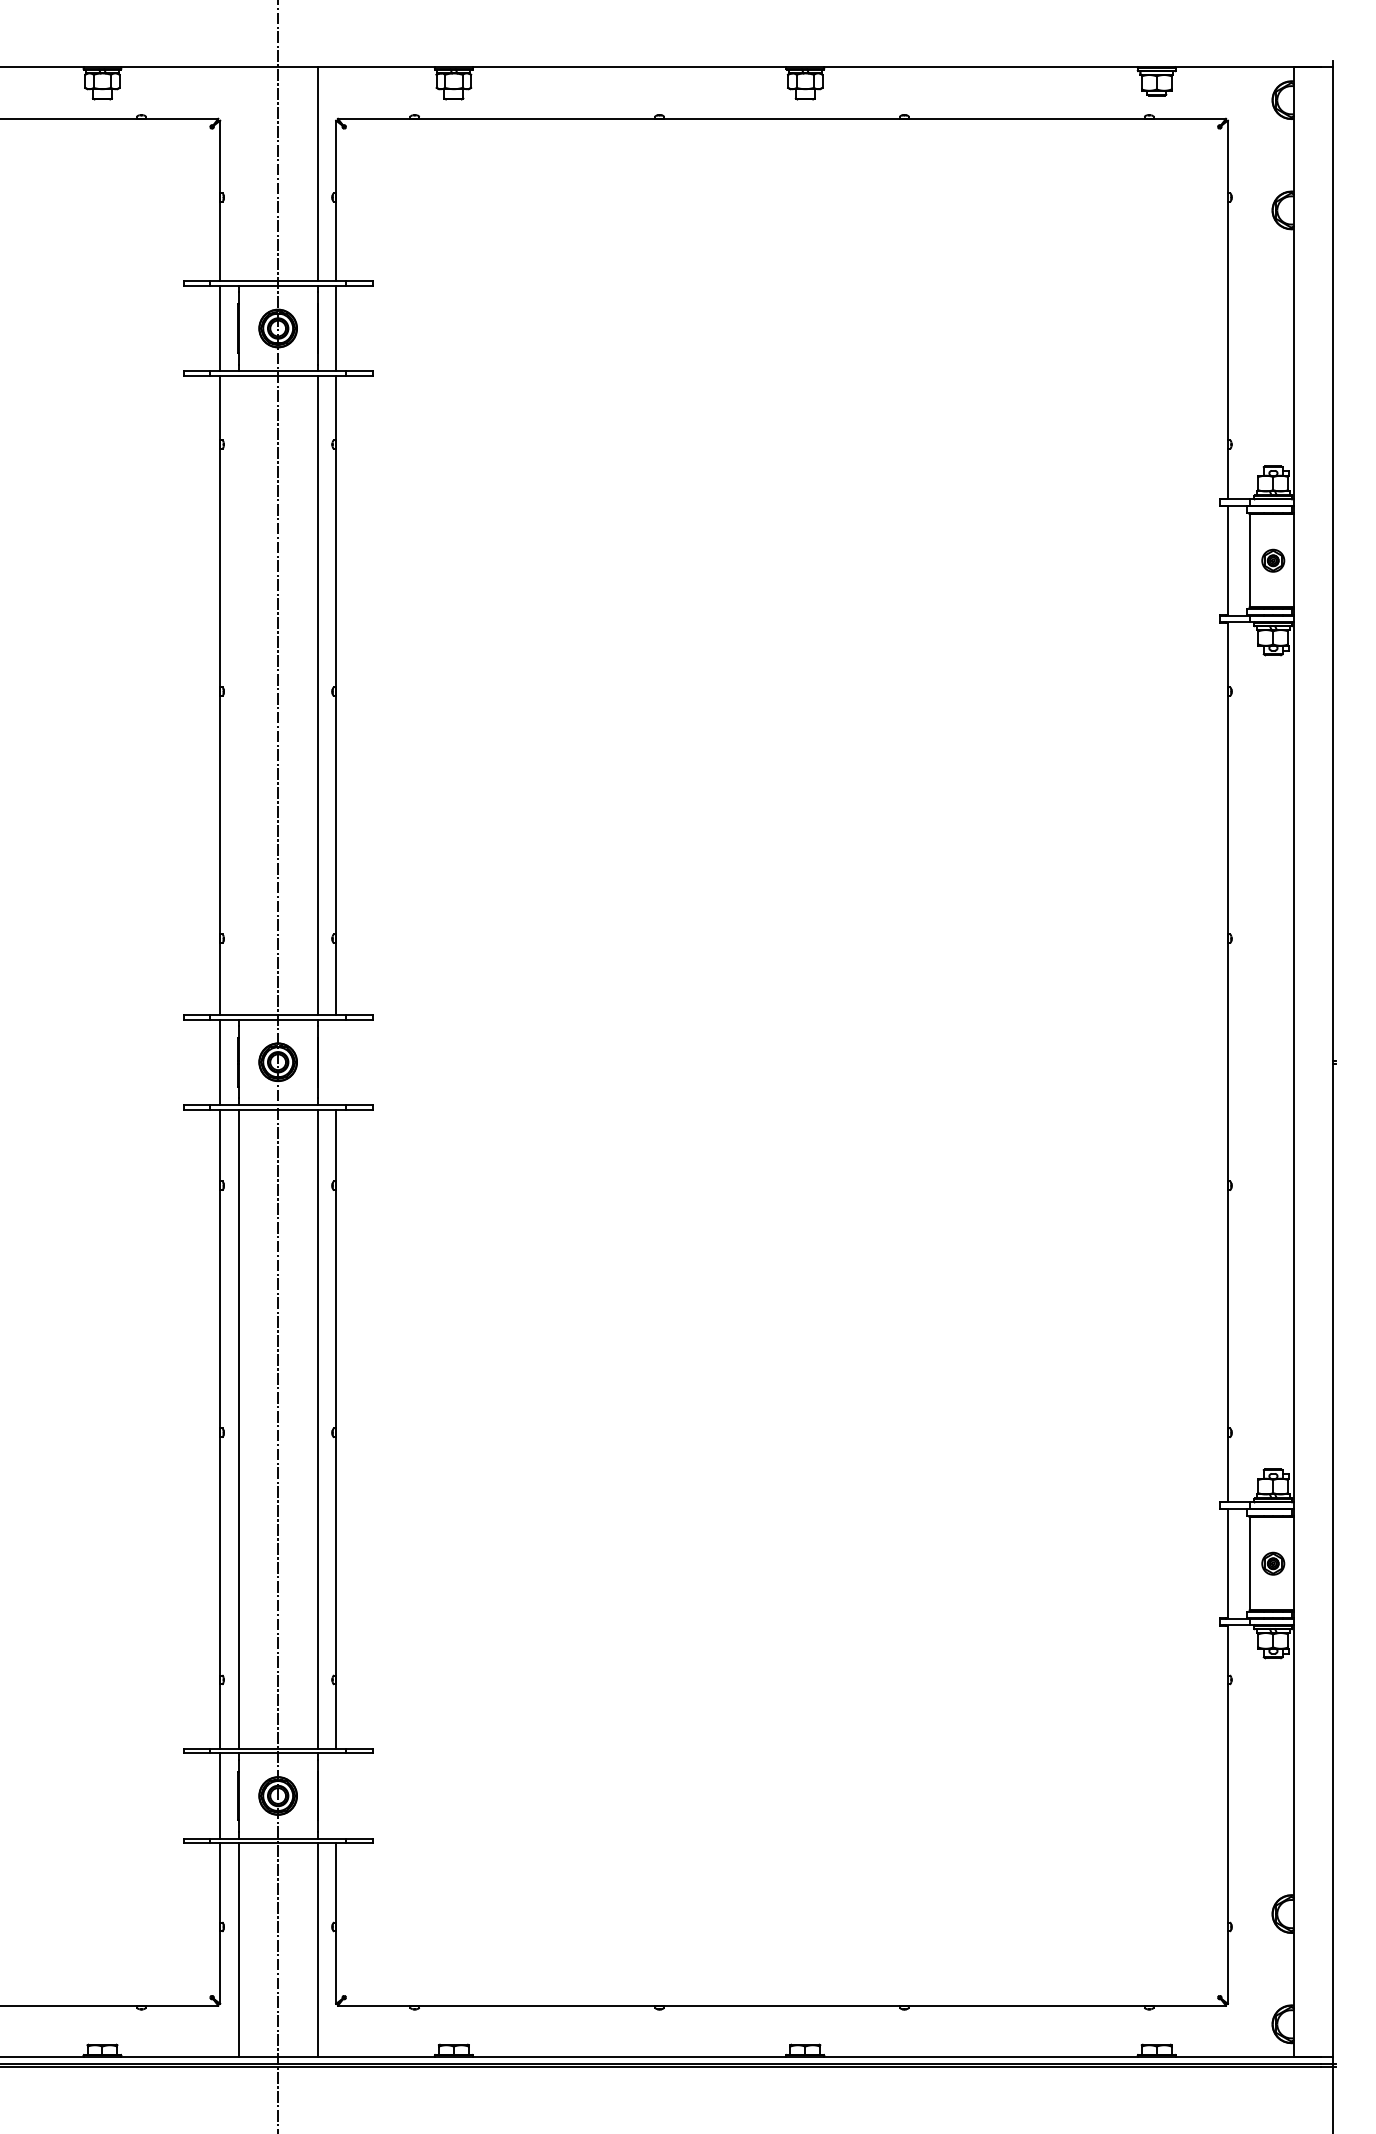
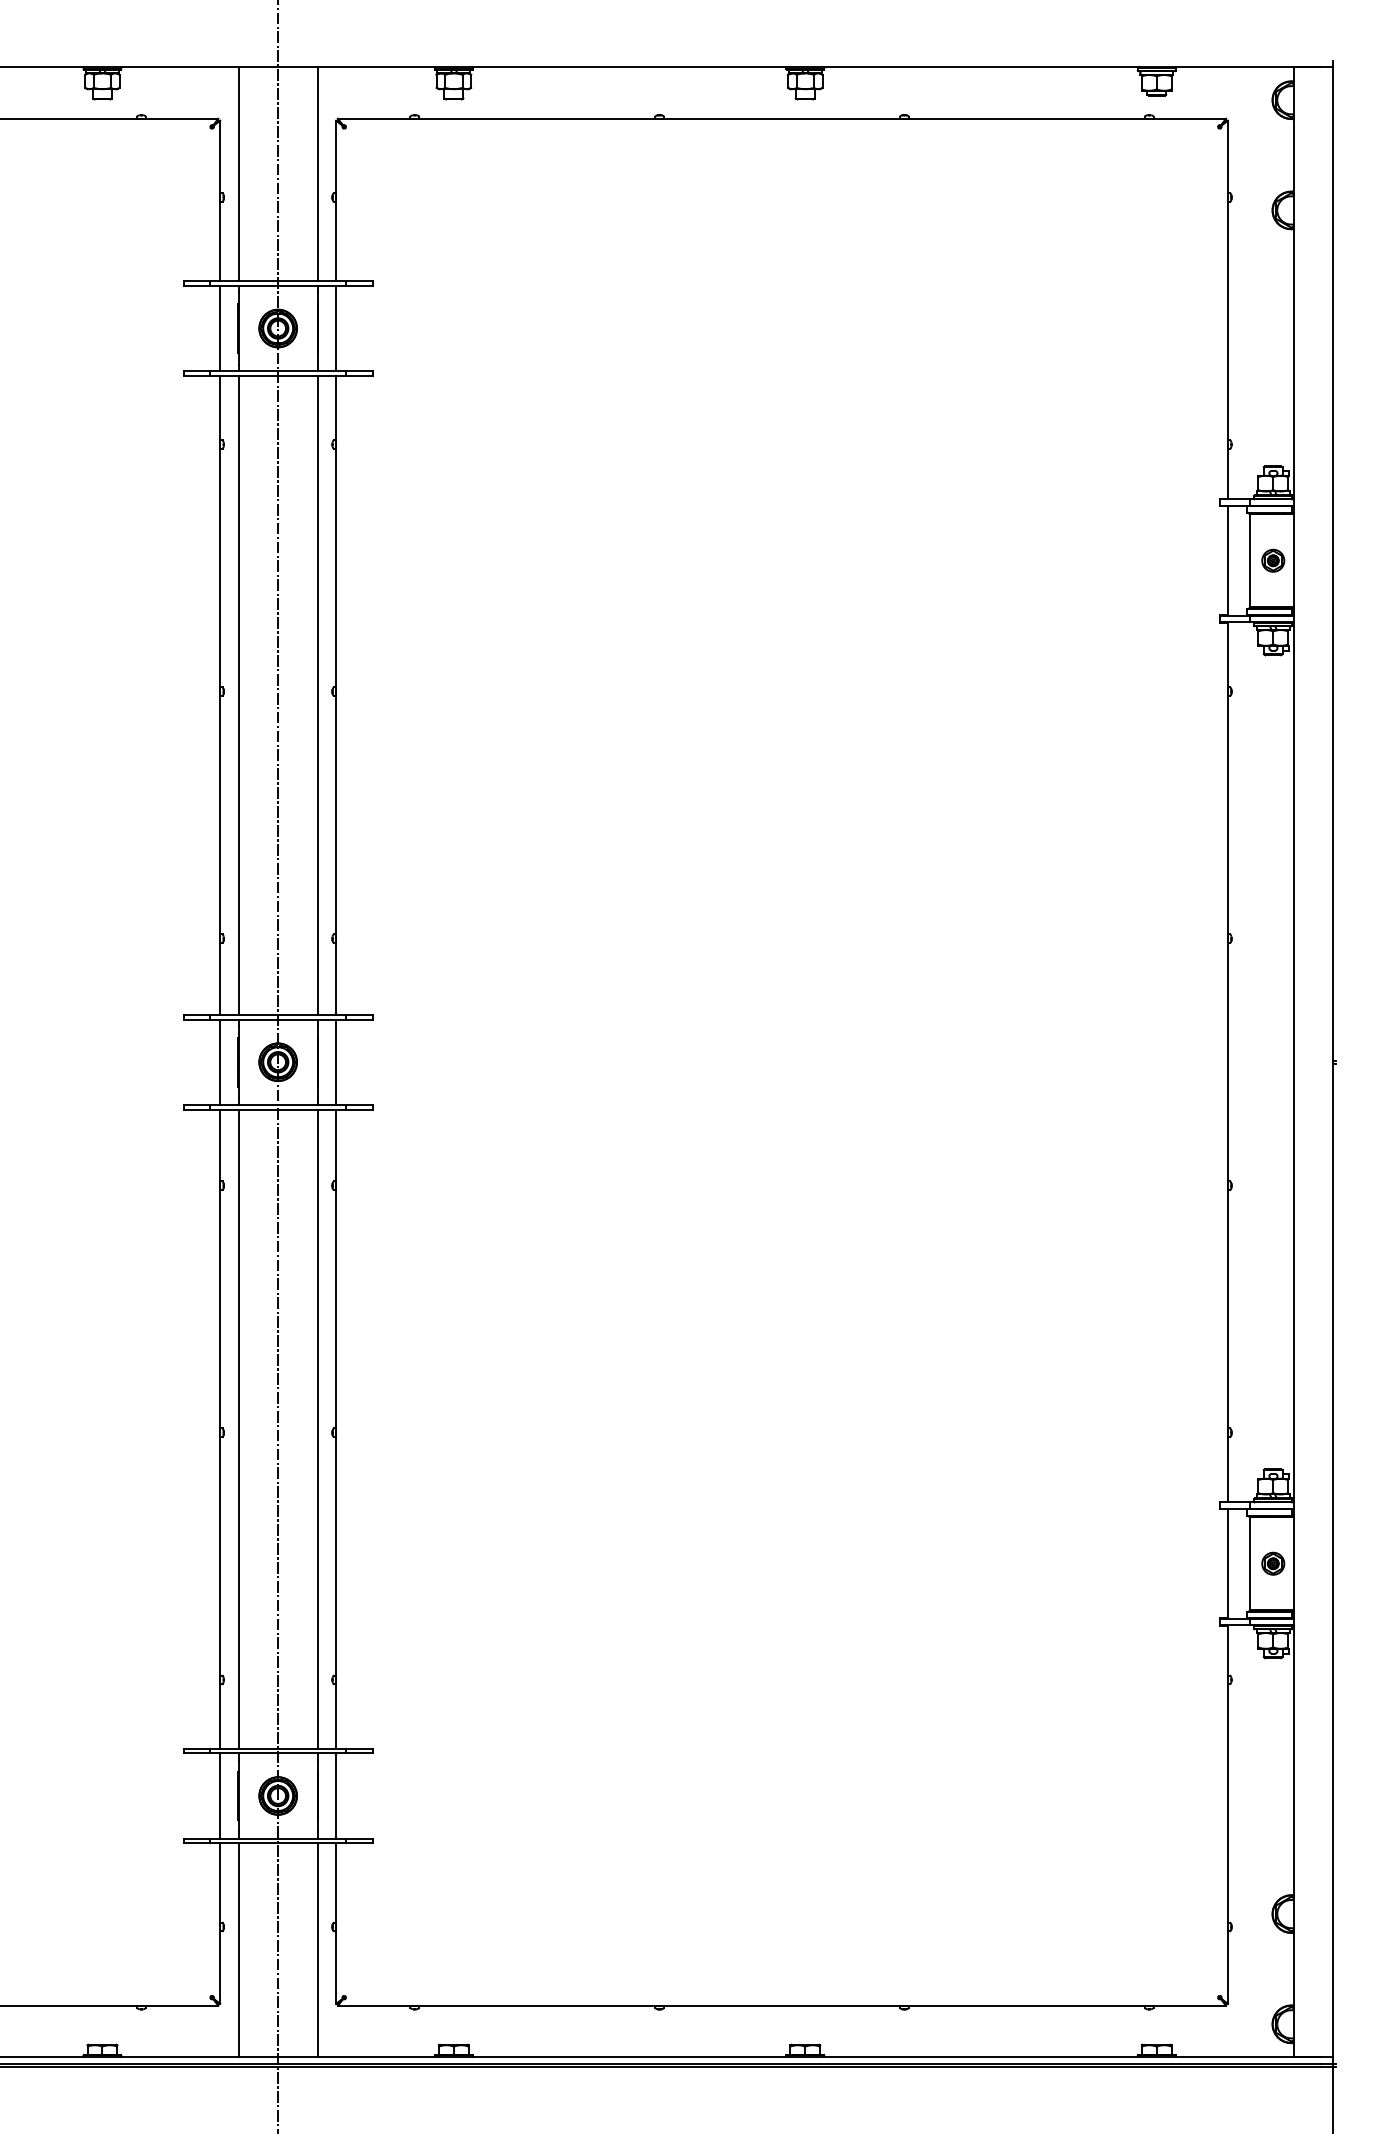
line at (238, 174): none -> present
line at (238, 695): none -> present
line at (336, 1061): none -> present
line at (336, 1795): none -> present
